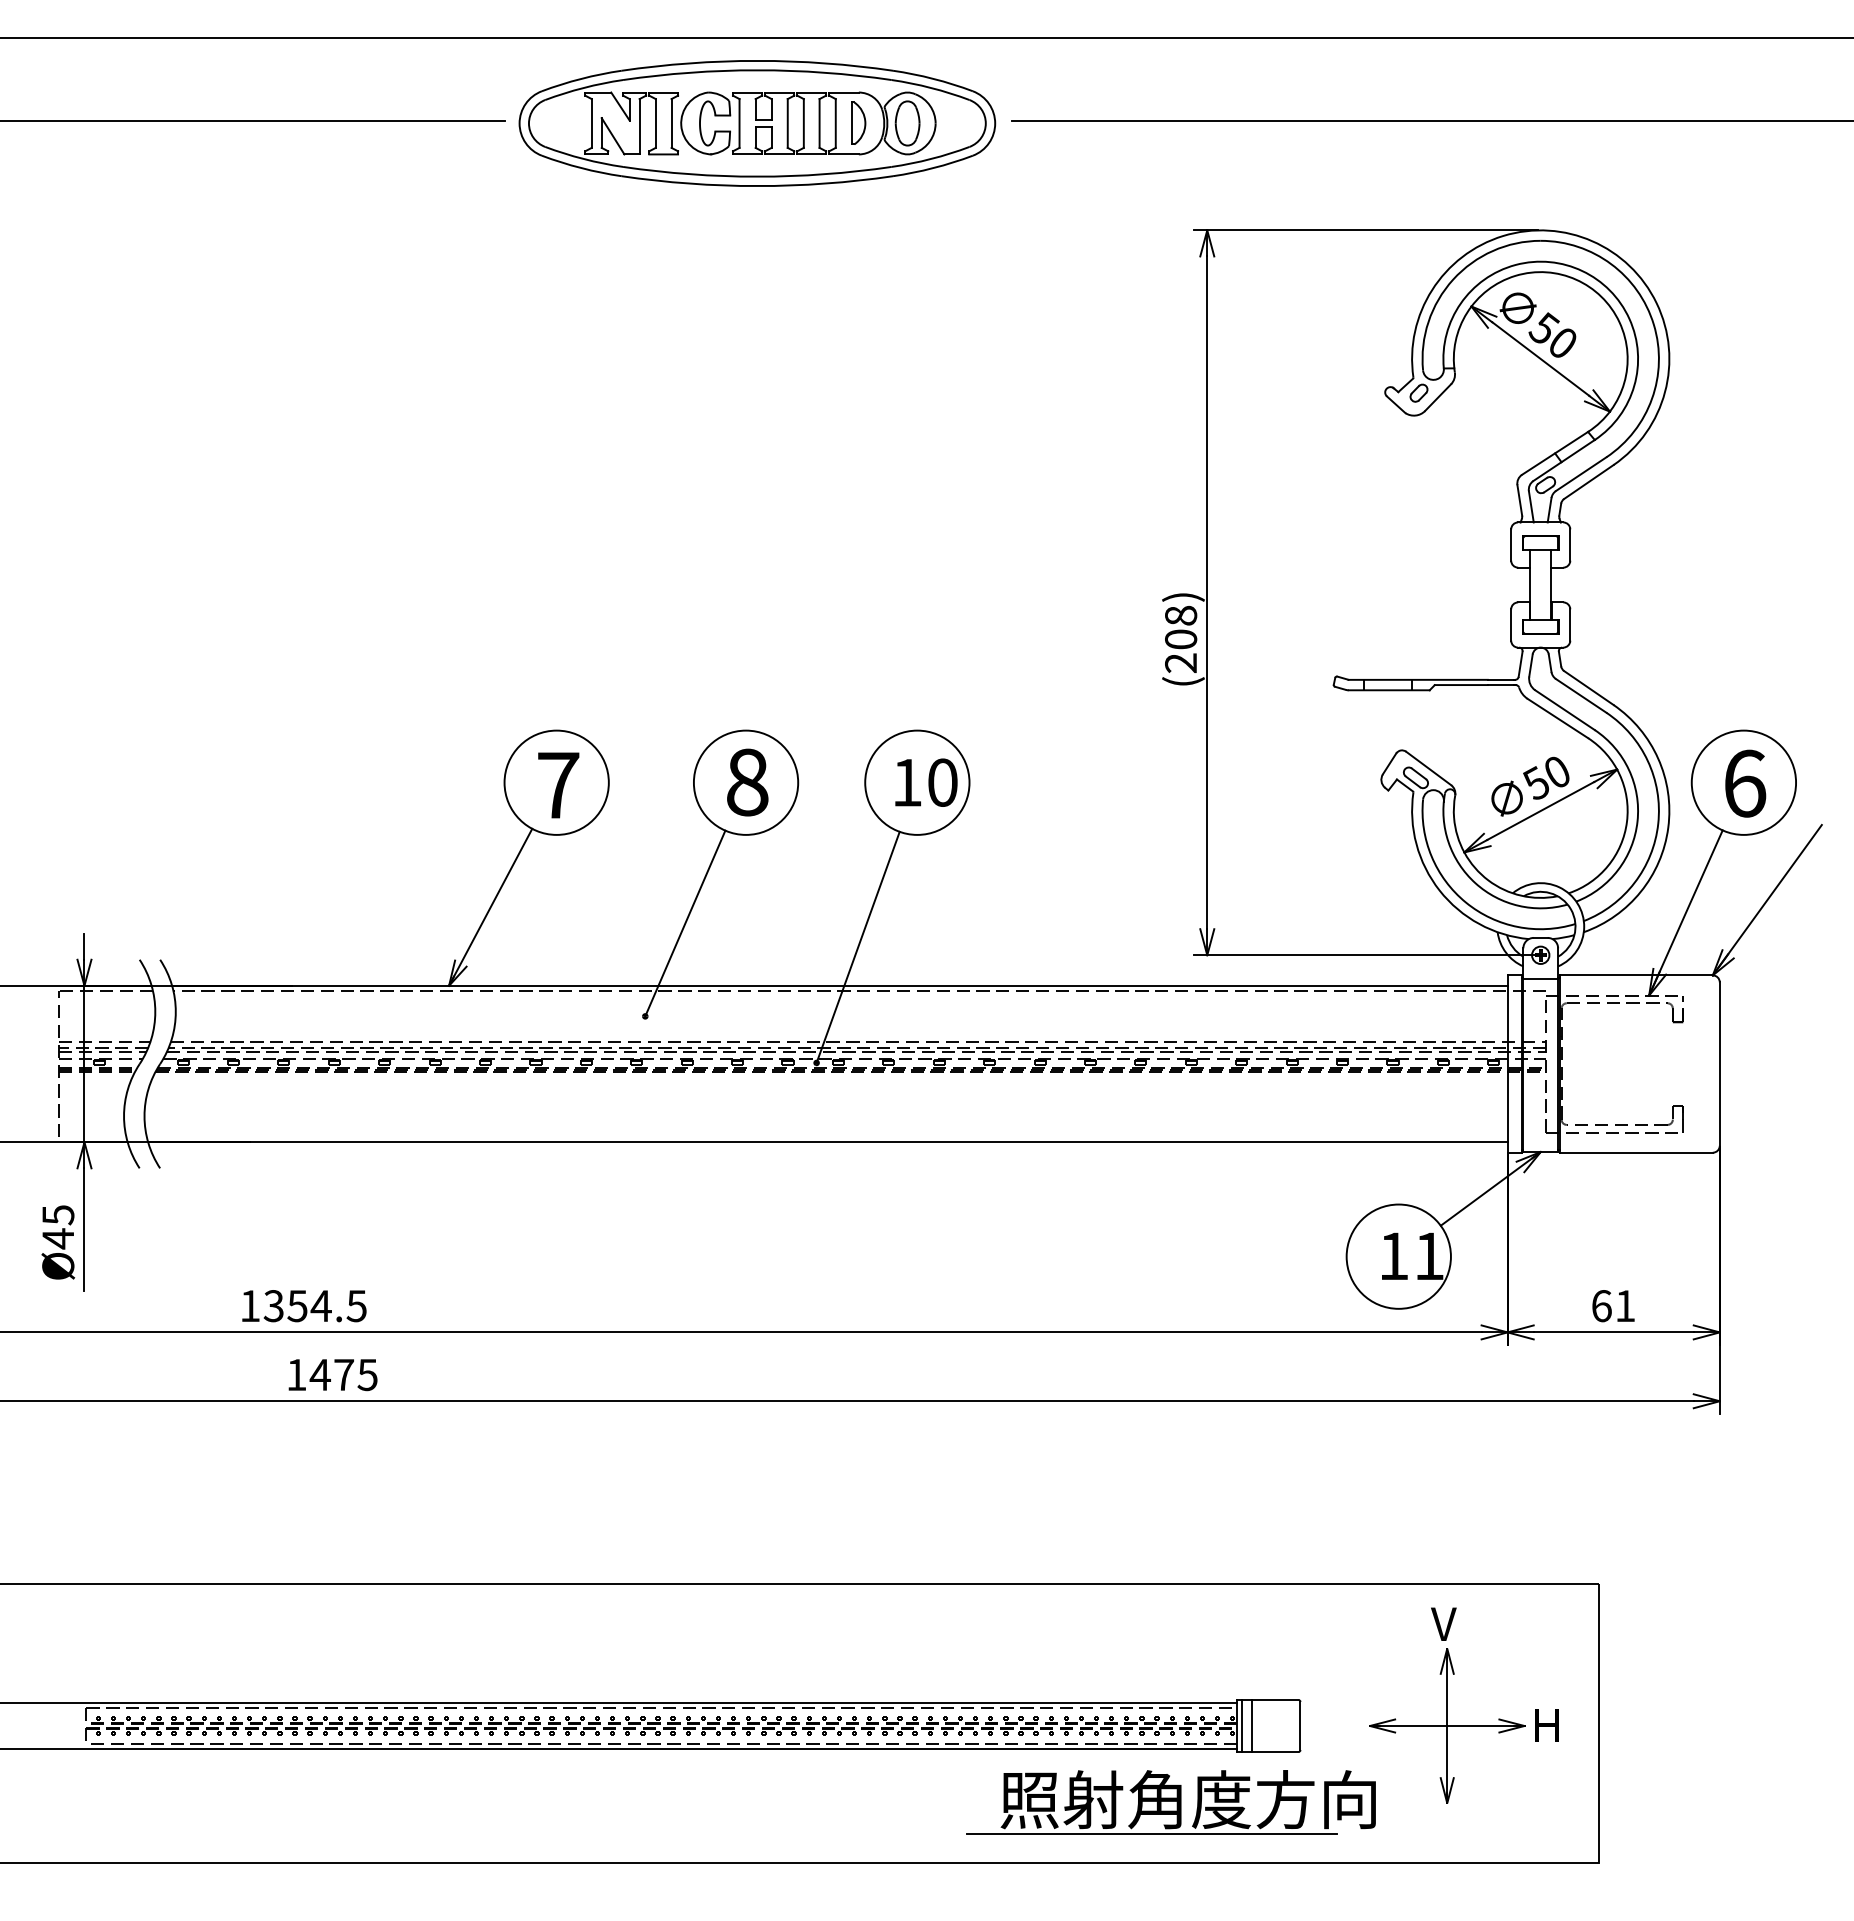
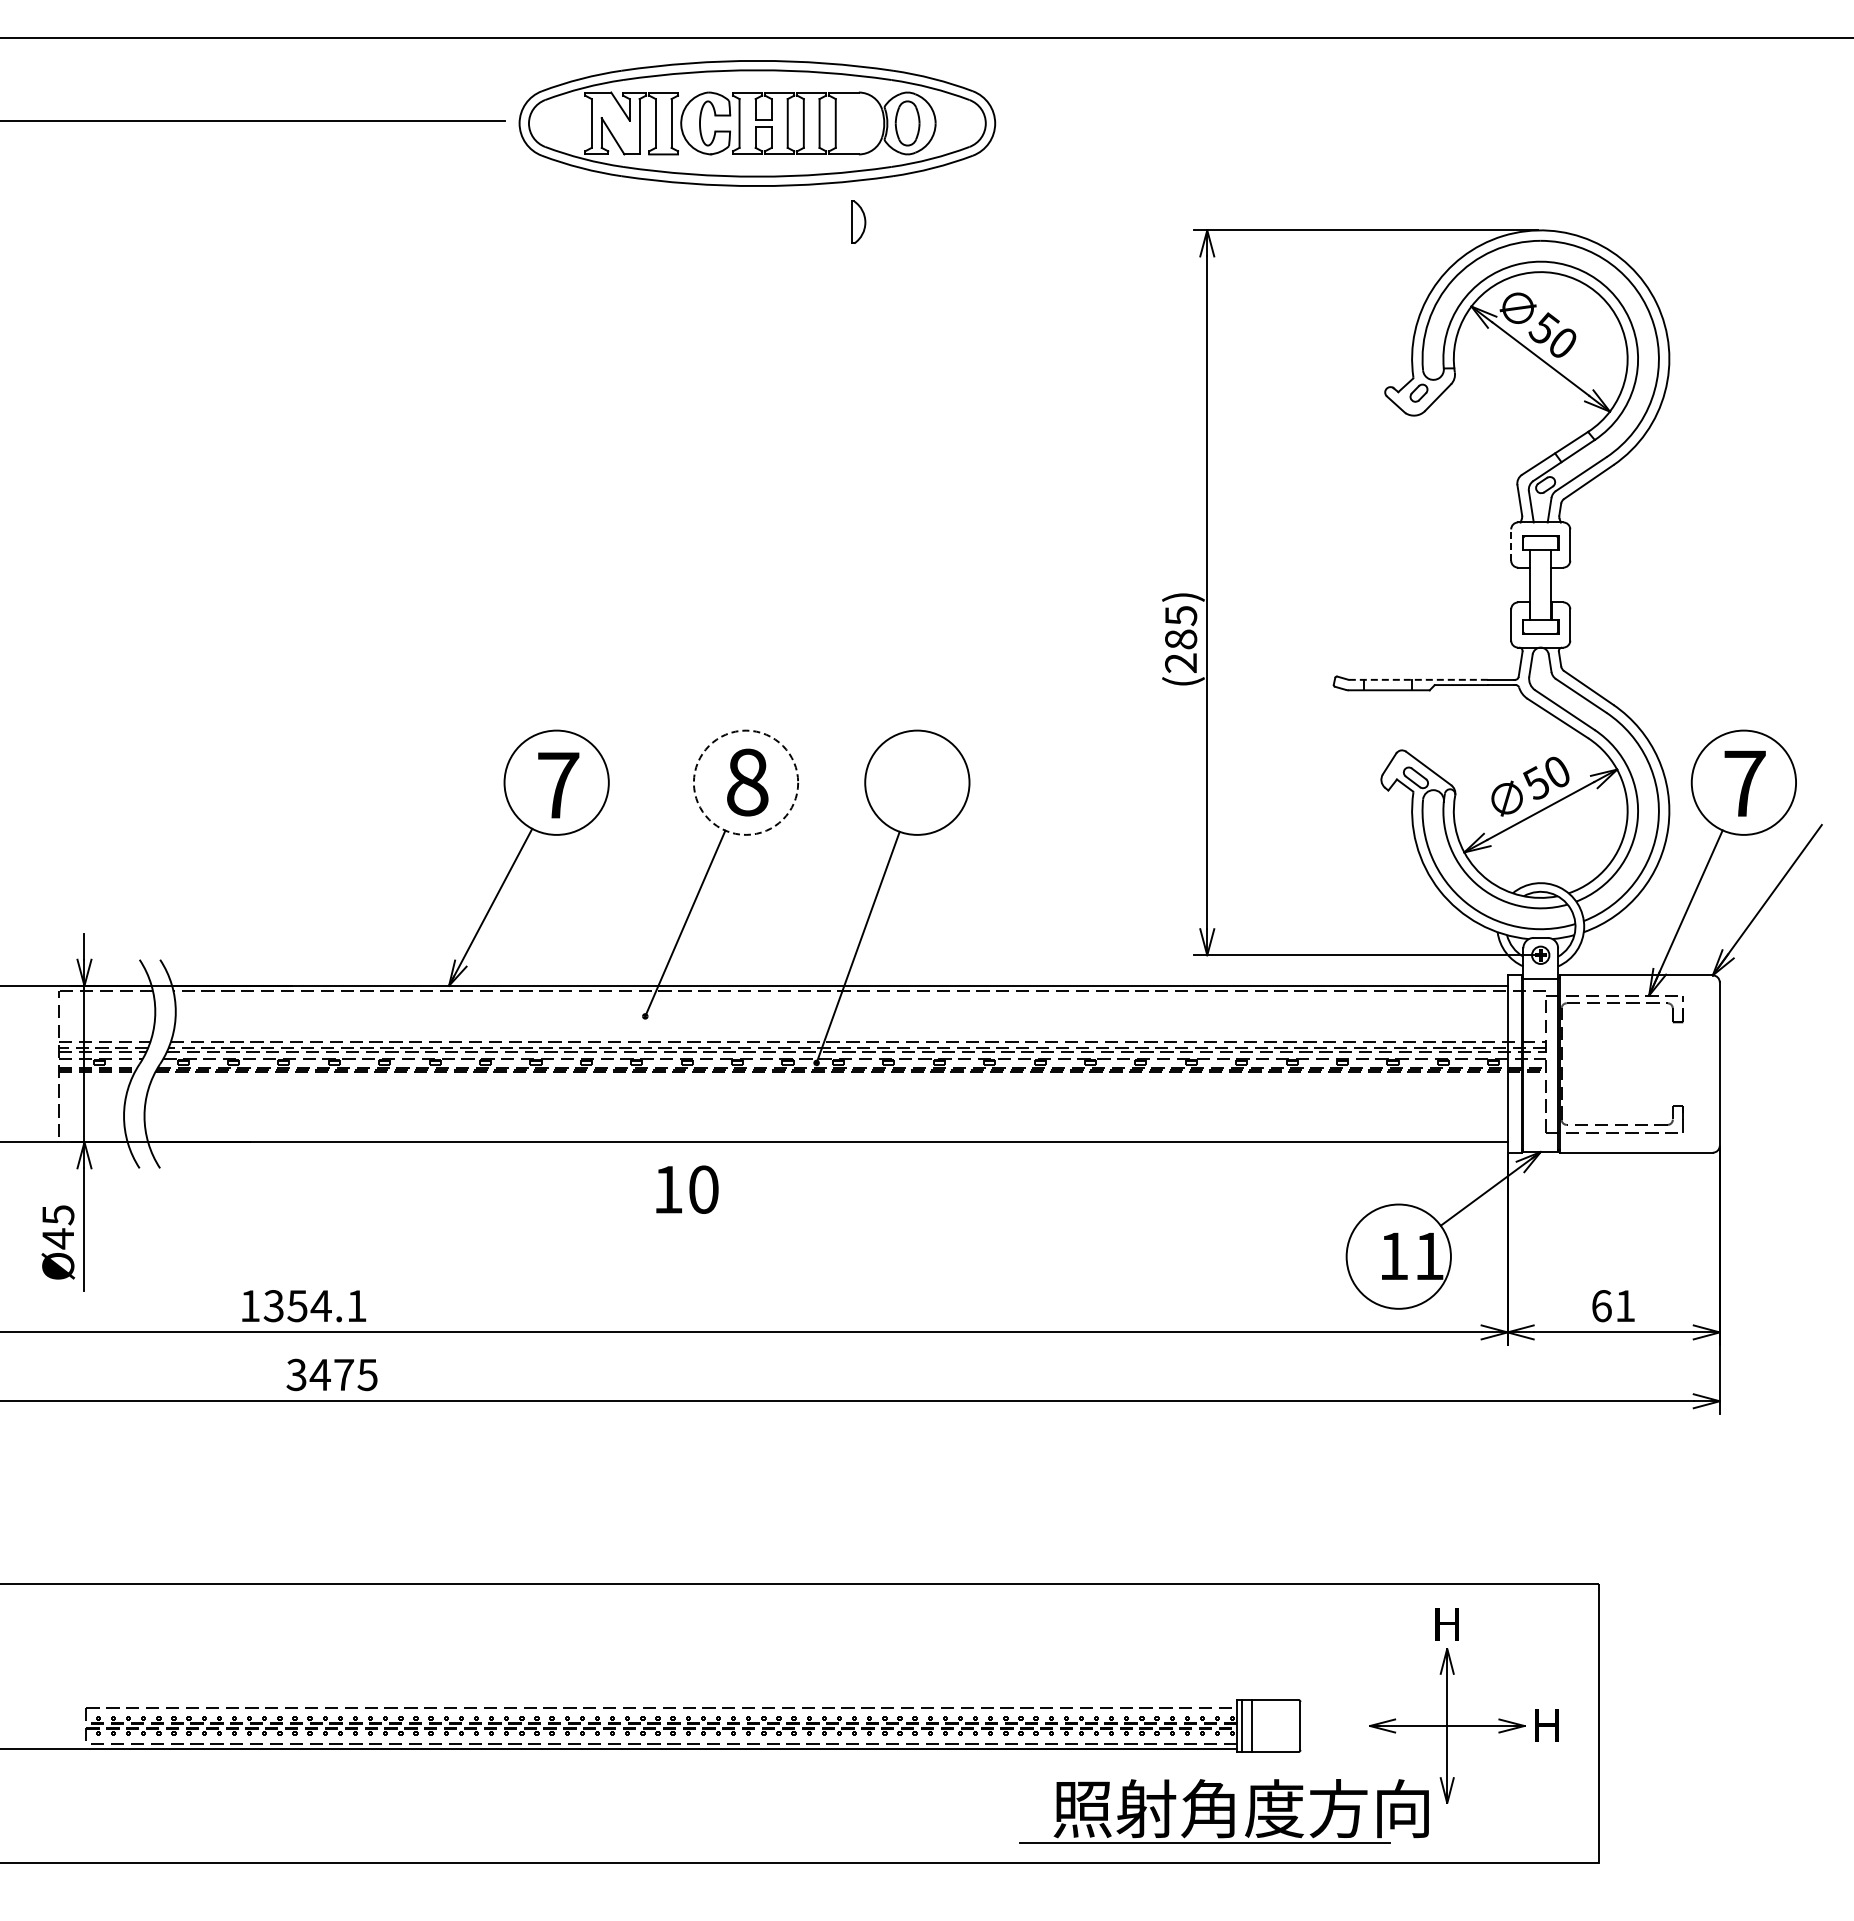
line at (1430, 121): present -> none
part at (858, 122) position: (858, 122) -> (858, 221)
line at (1511, 545): solid -> dashed
text at (1181, 627): (208) -> (285)
line at (1418, 679): solid -> dashed
circle at (745, 782): solid -> dashed
text at (926, 782) position: (926, 782) -> (687, 1189)
text at (1745, 783): 6 -> 7
text at (356, 1306): 1354.5 -> 1354.1
text at (296, 1374): 1475 -> 3475
text at (1444, 1623): V -> H
line at (619, 1702): present -> none
part at (1170, 1802) position: (1170, 1802) -> (1223, 1811)
